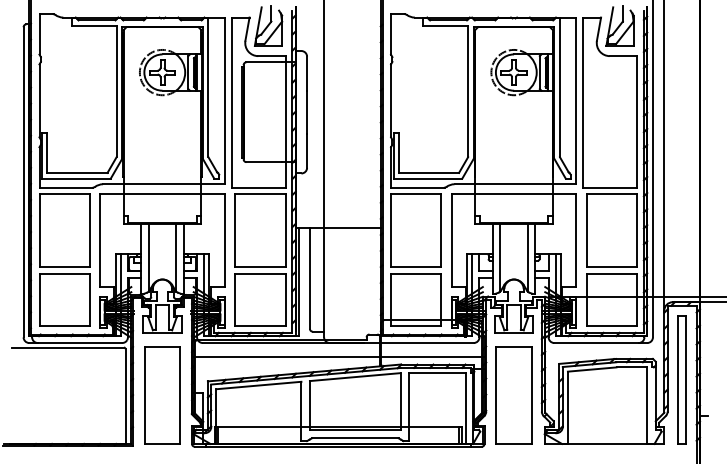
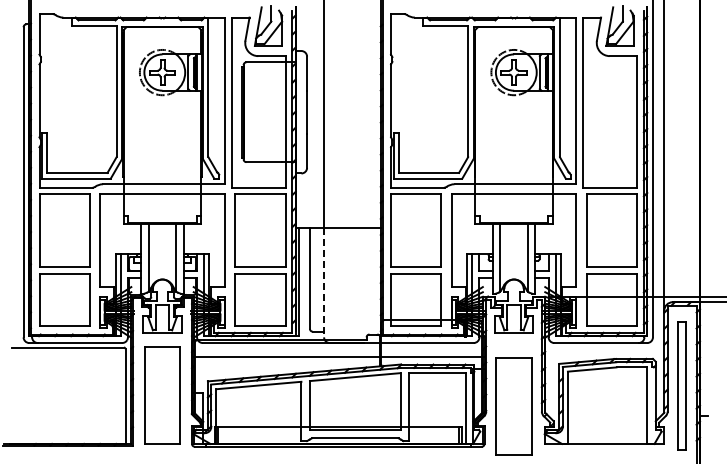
line at (324, 283): solid -> dashed
part at (681, 379) position: (681, 379) -> (681, 385)
part at (513, 395) position: (513, 395) -> (513, 406)
